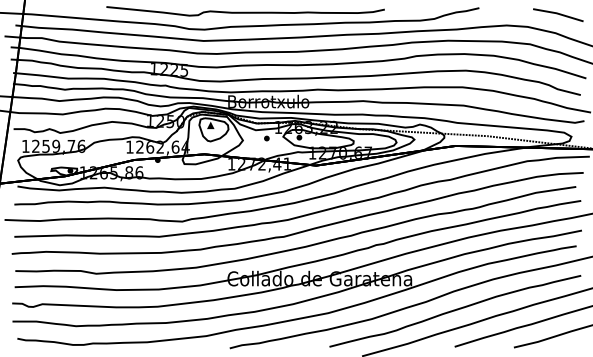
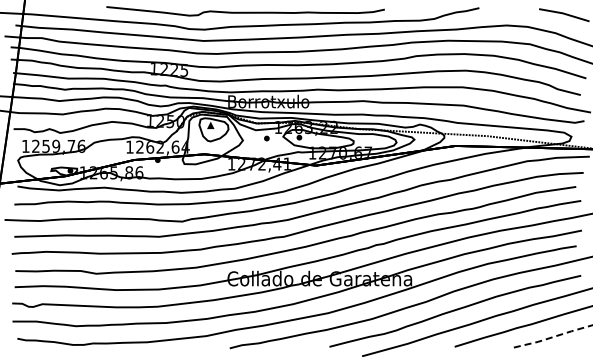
line at (558, 14) position: (558, 14) -> (564, 14)
line at (554, 336): solid -> dashed
